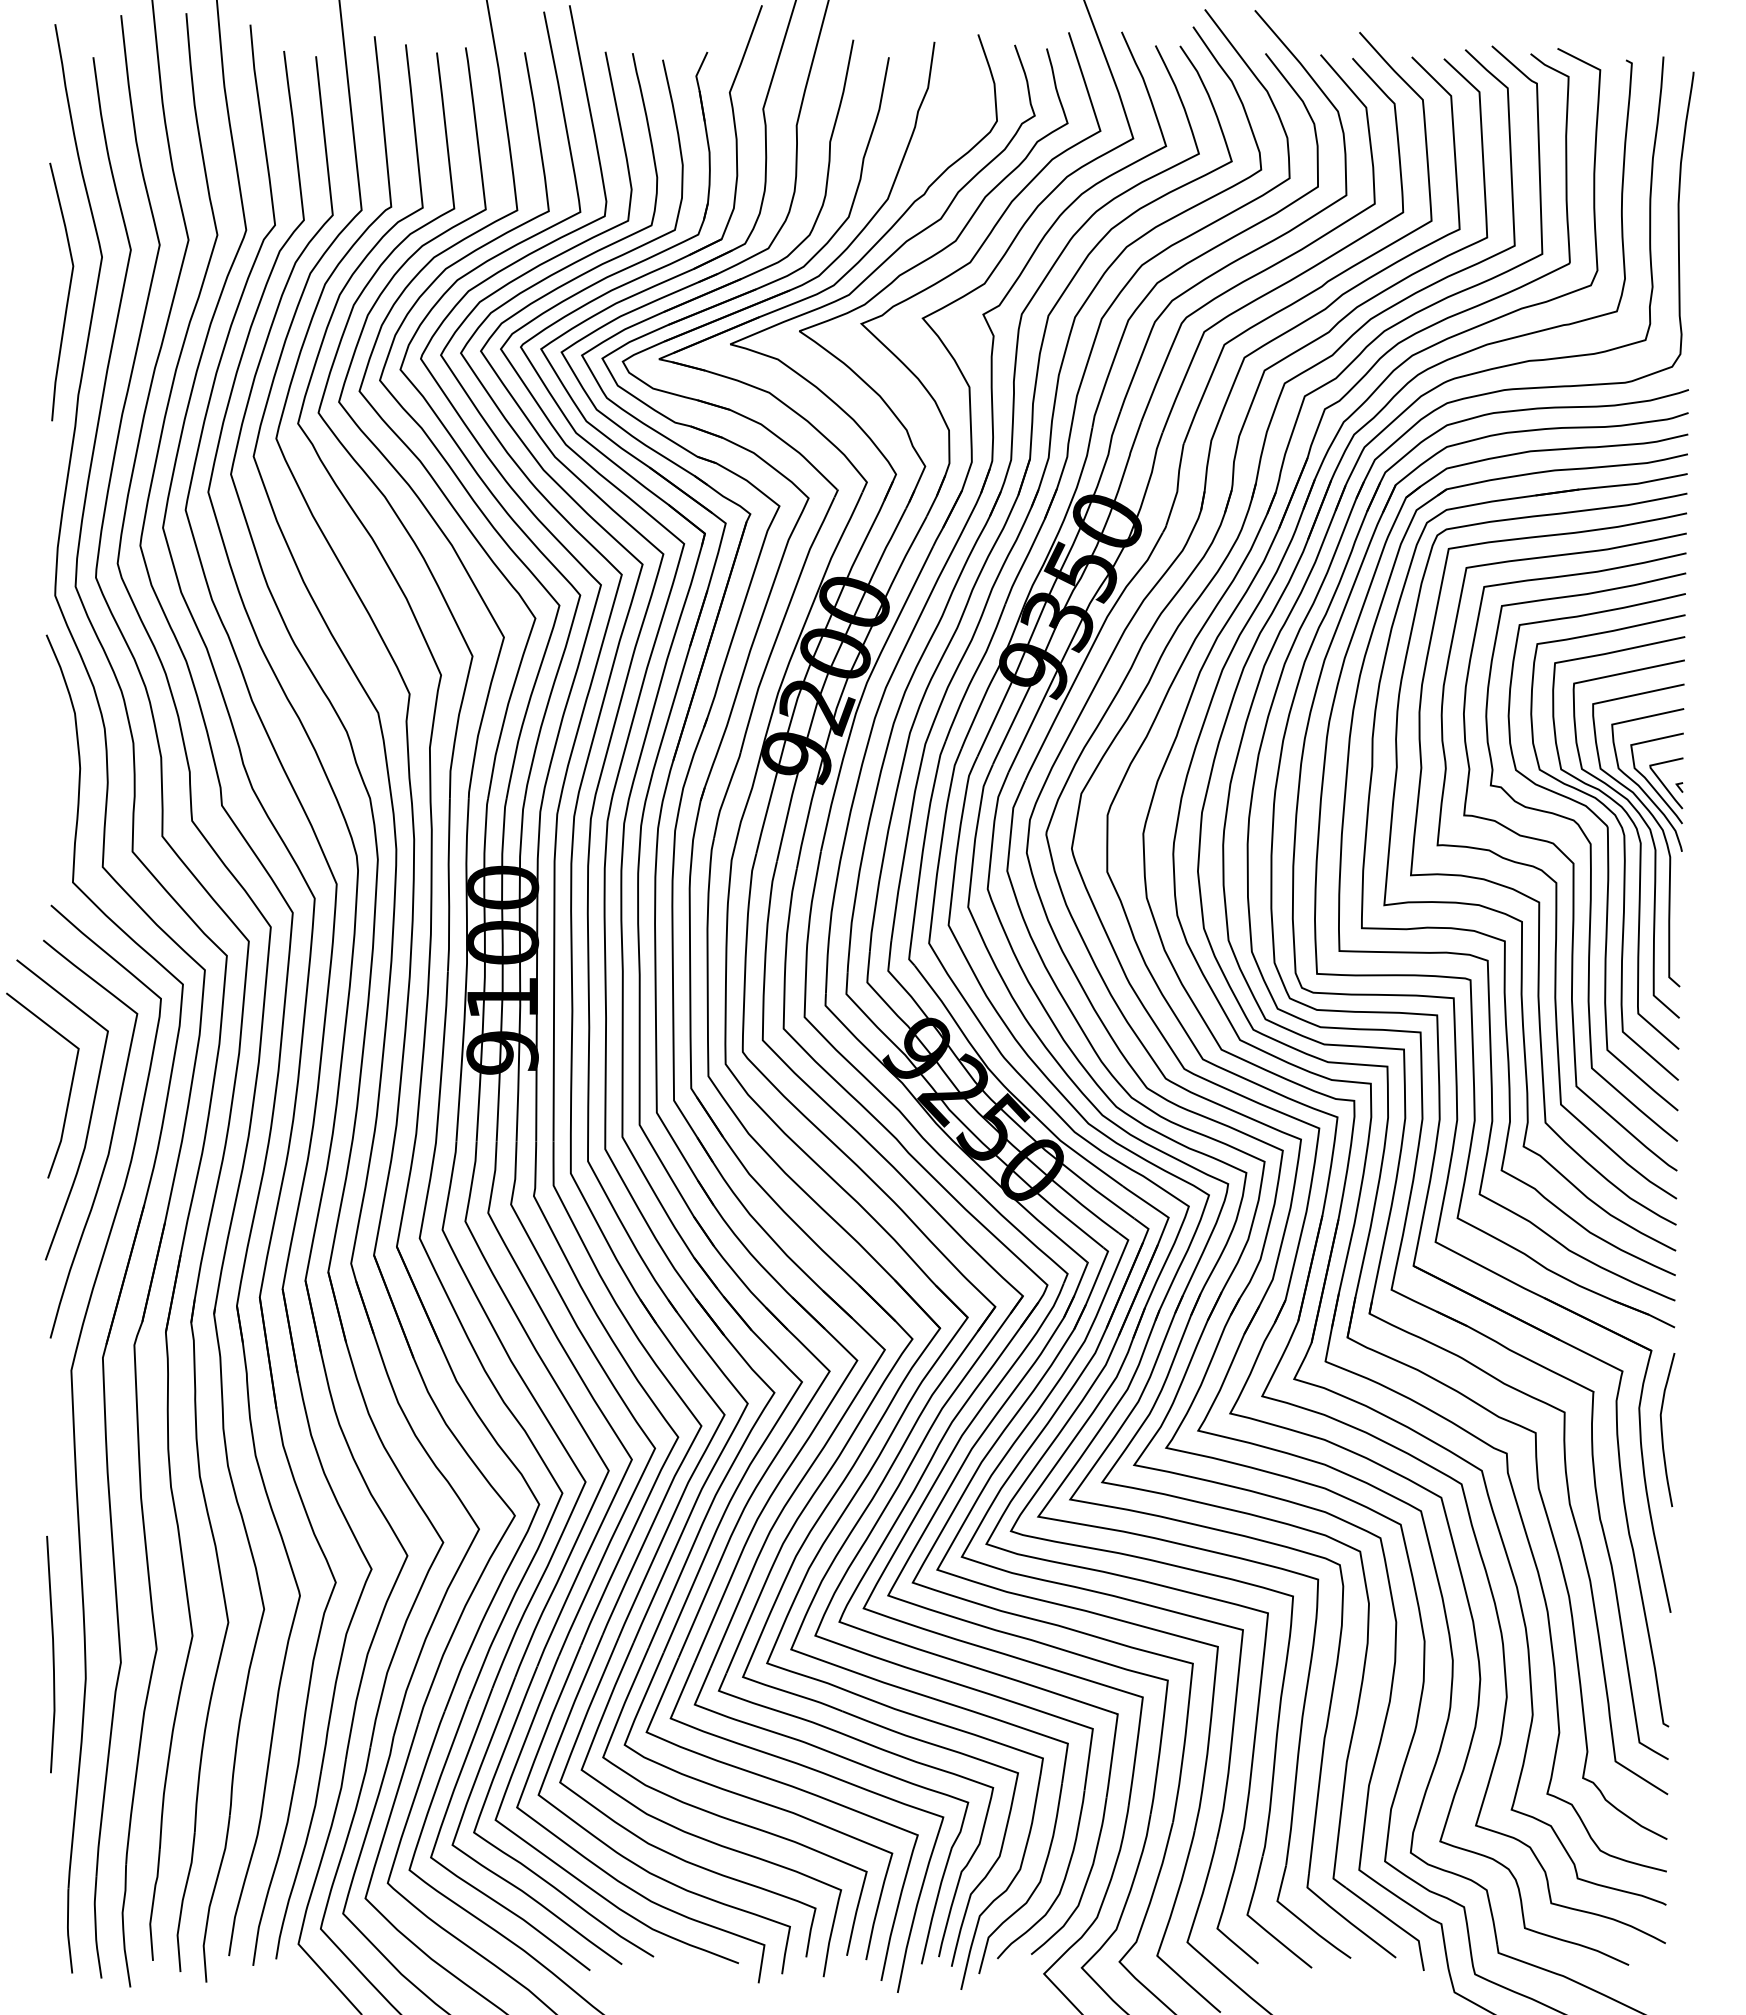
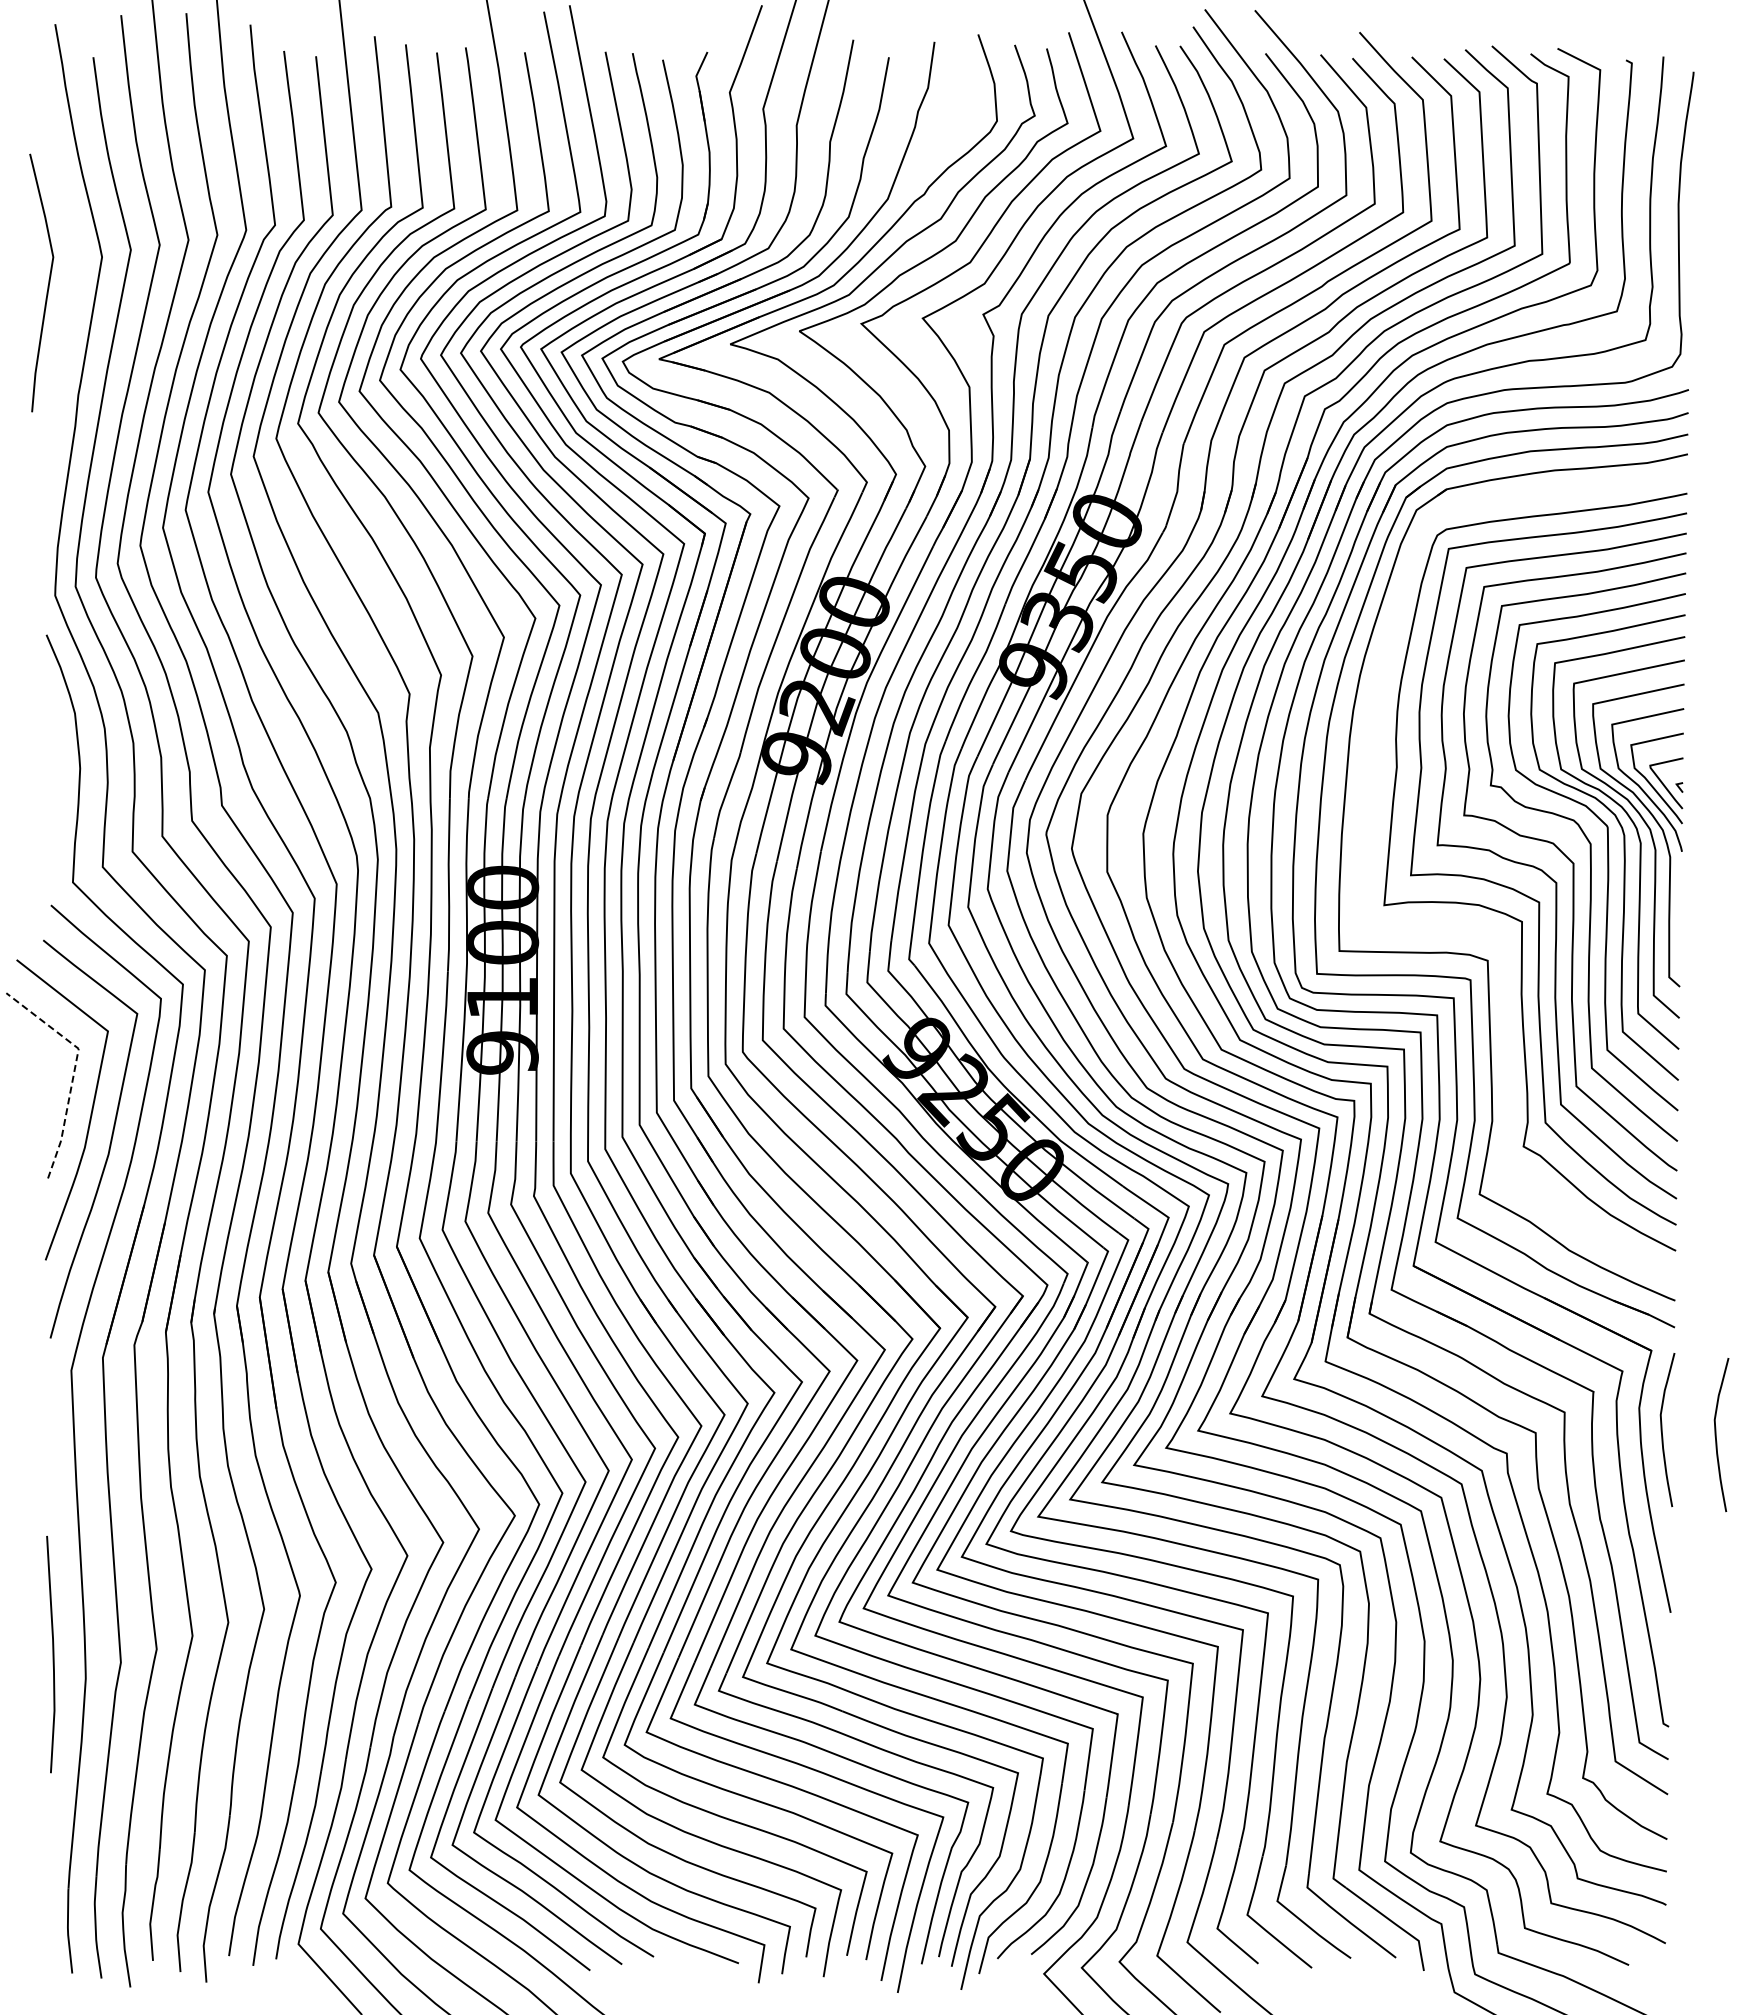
curve at (67, 294) position: (67, 294) -> (47, 285)
part at (1503, 939): present -> none
line at (74, 1069): solid -> dashed
curve at (1716, 1435): none -> present
